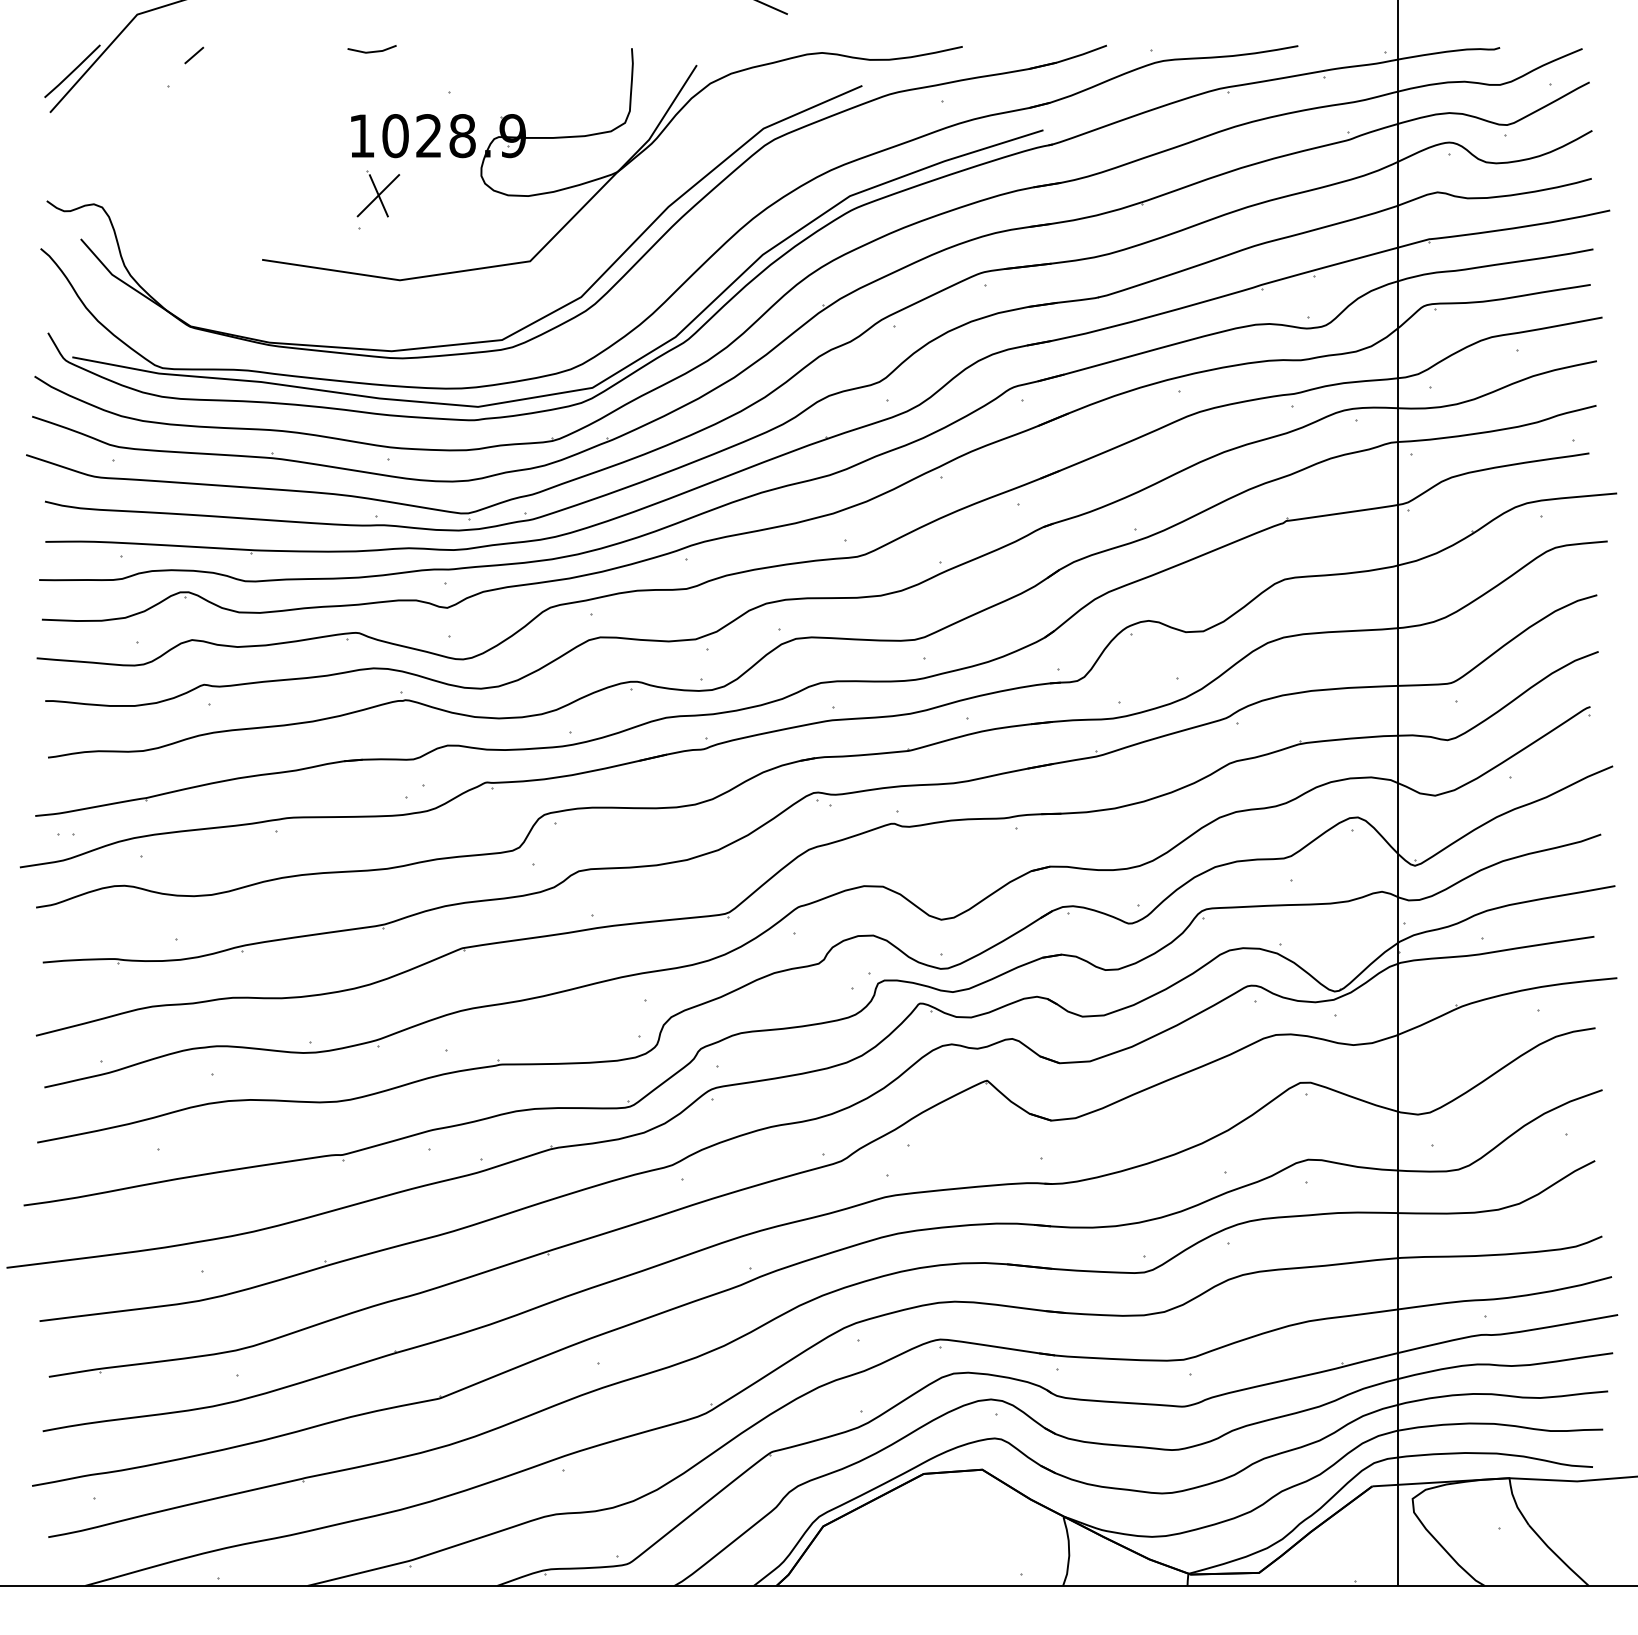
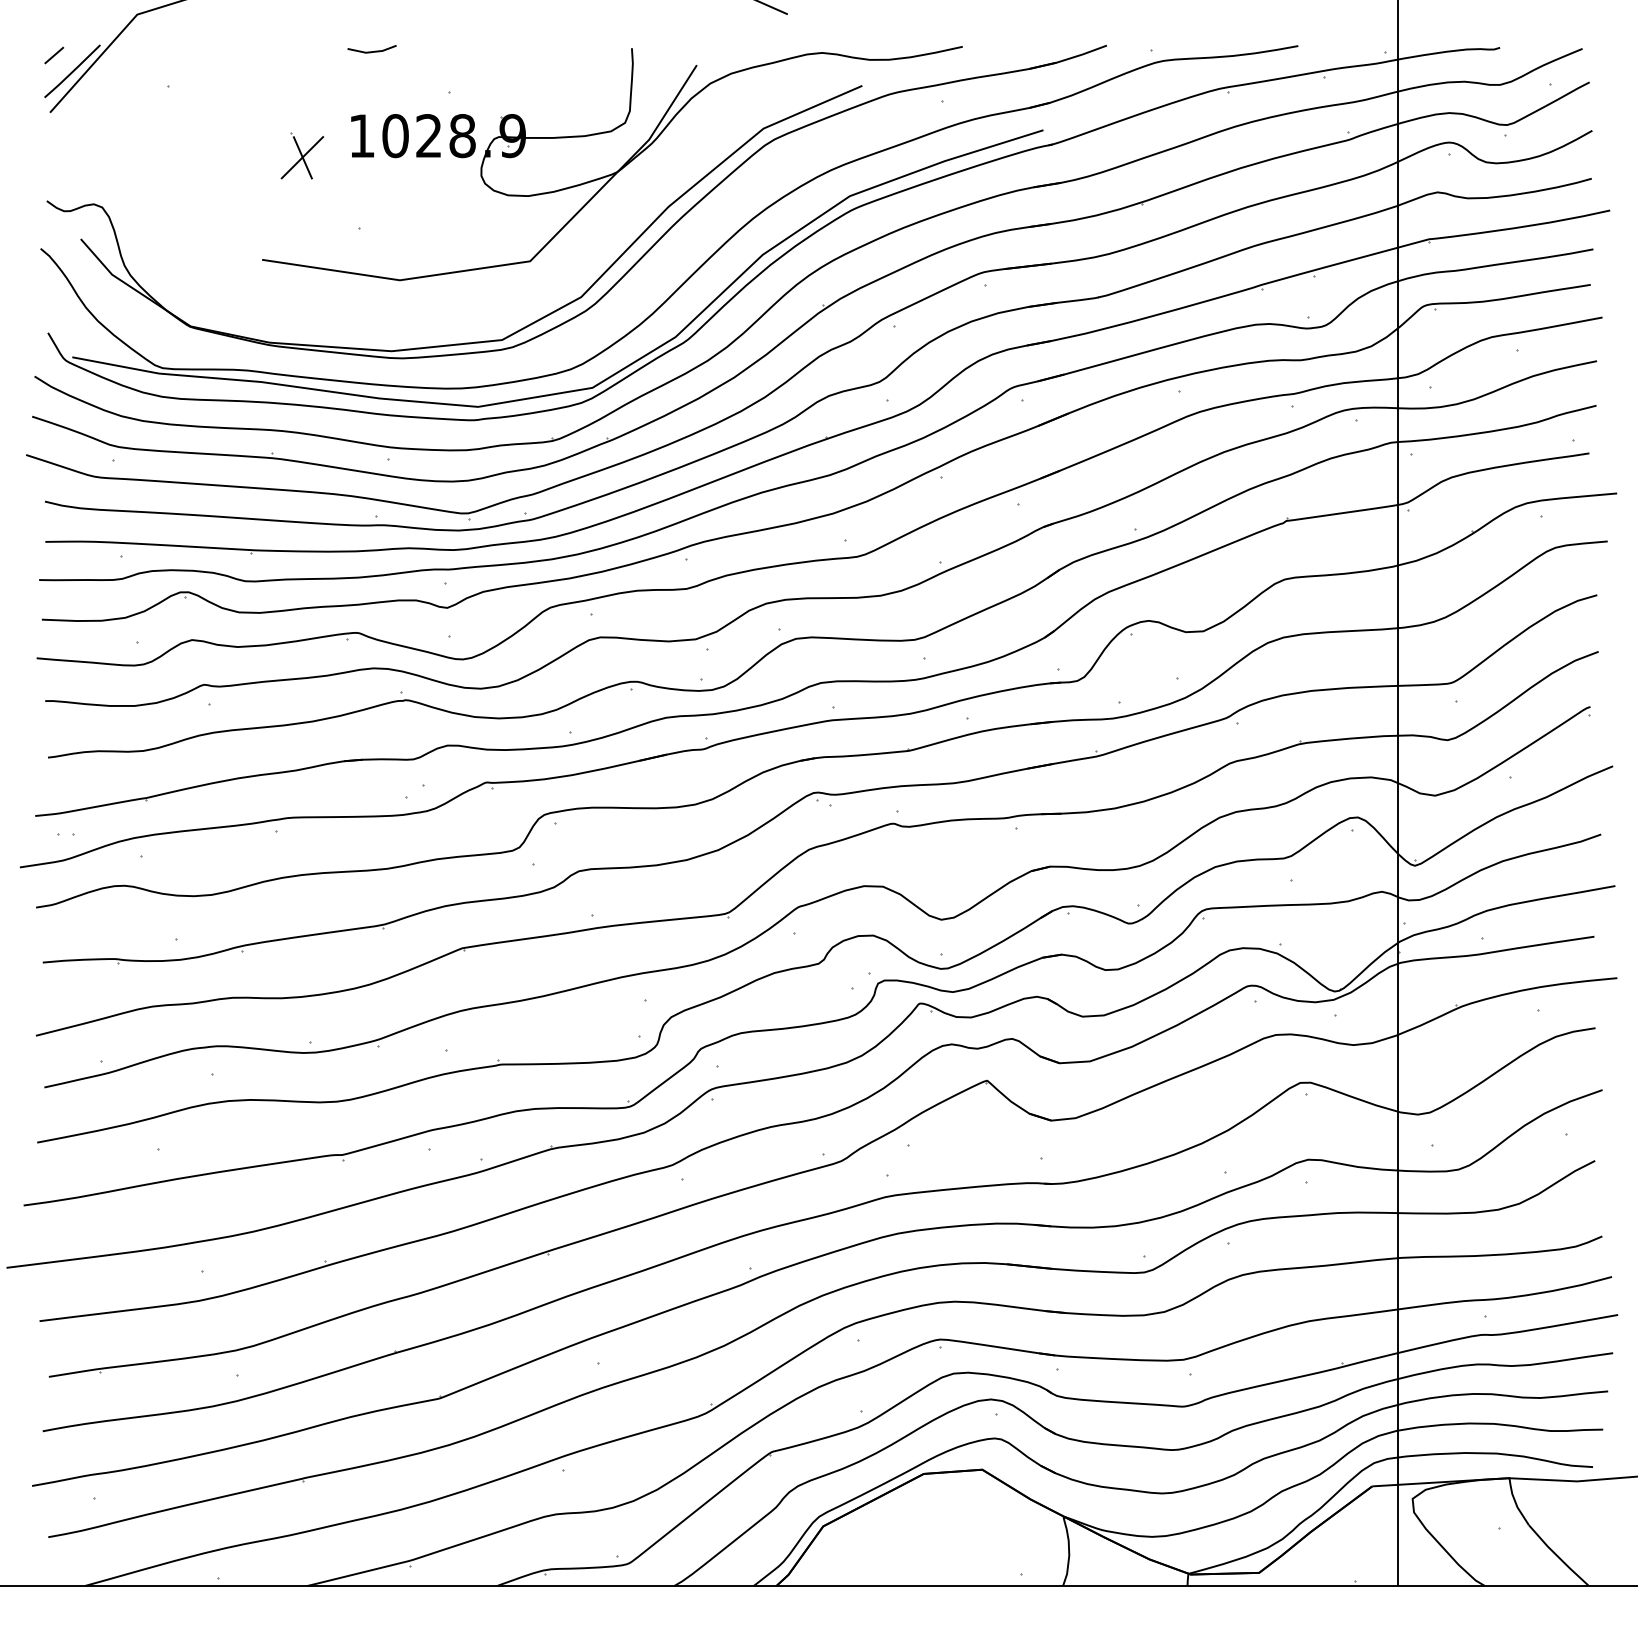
line at (194, 55) position: (194, 55) -> (54, 55)
part at (378, 193) position: (378, 193) -> (302, 155)
